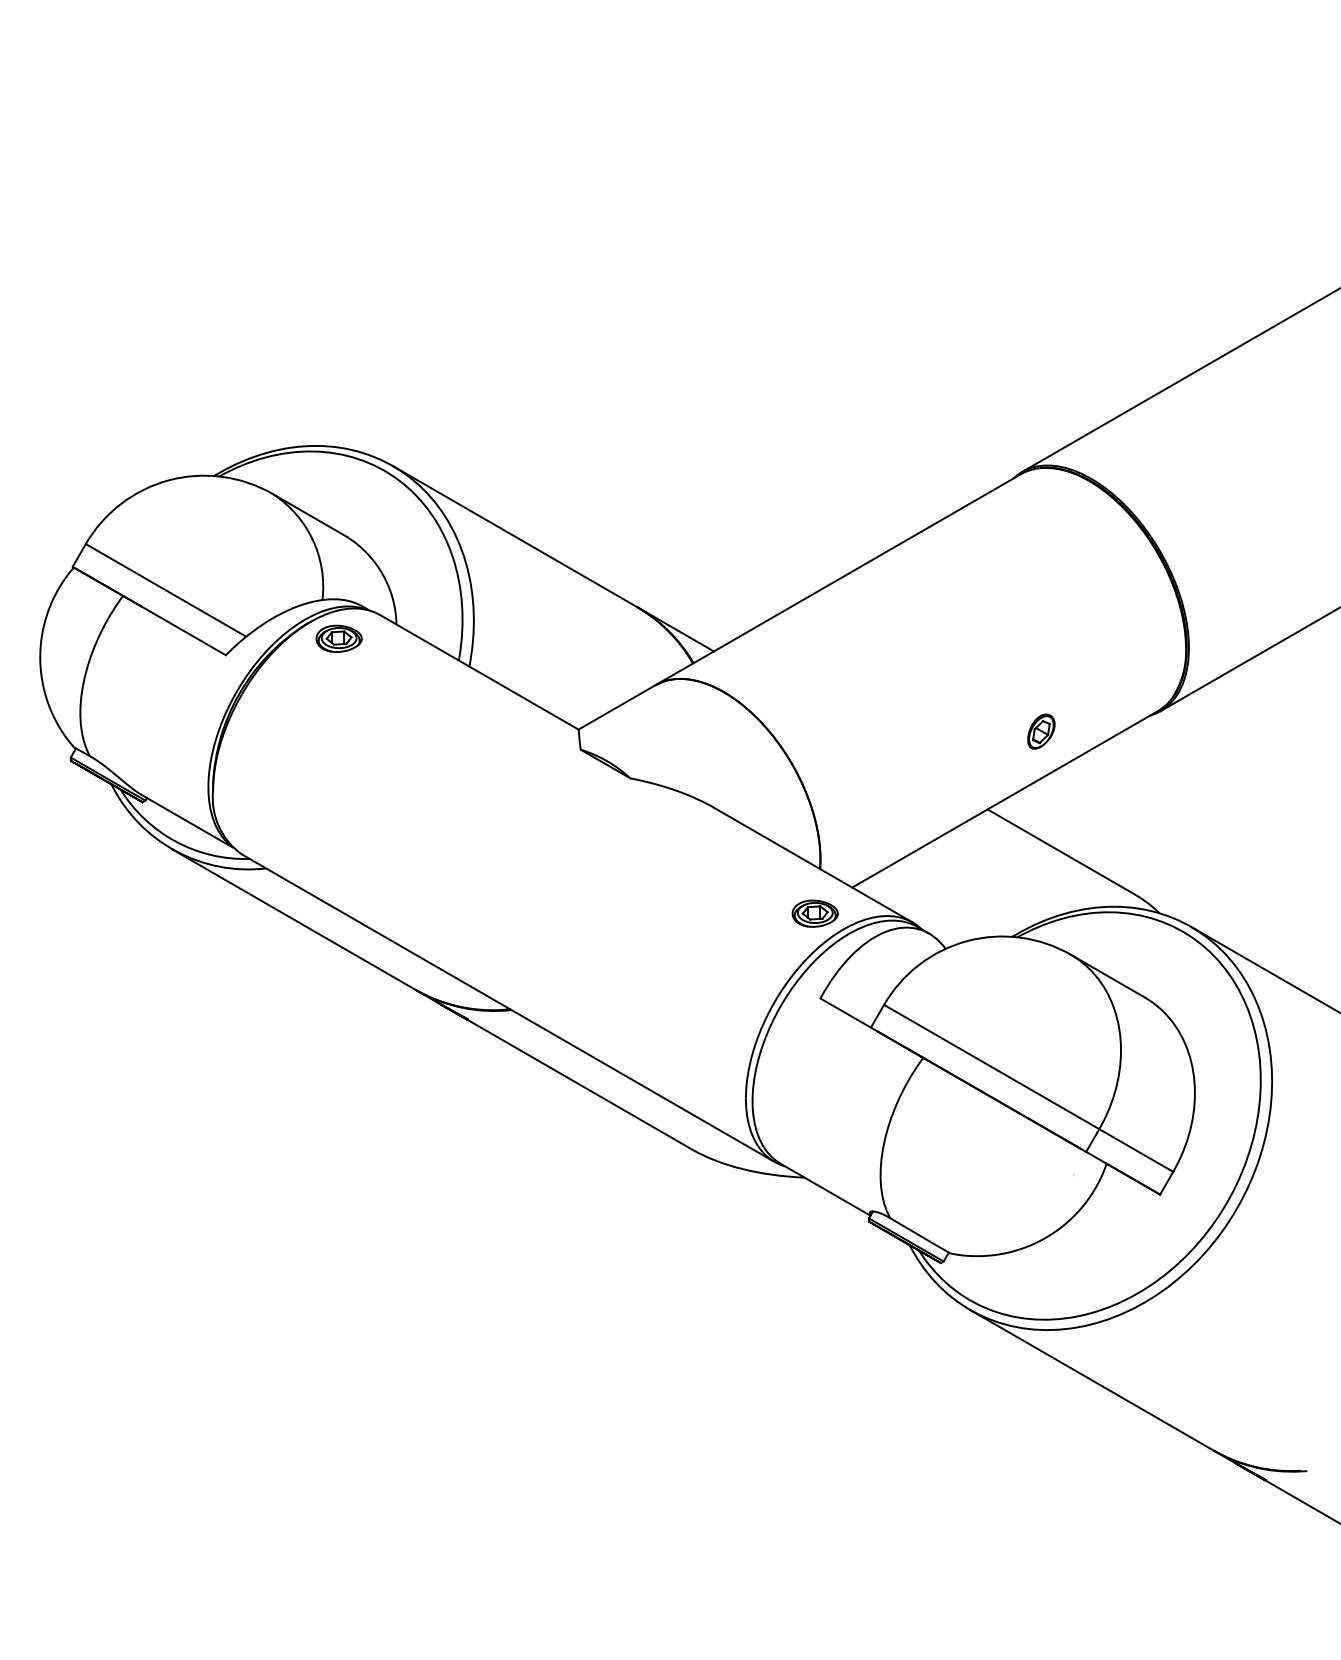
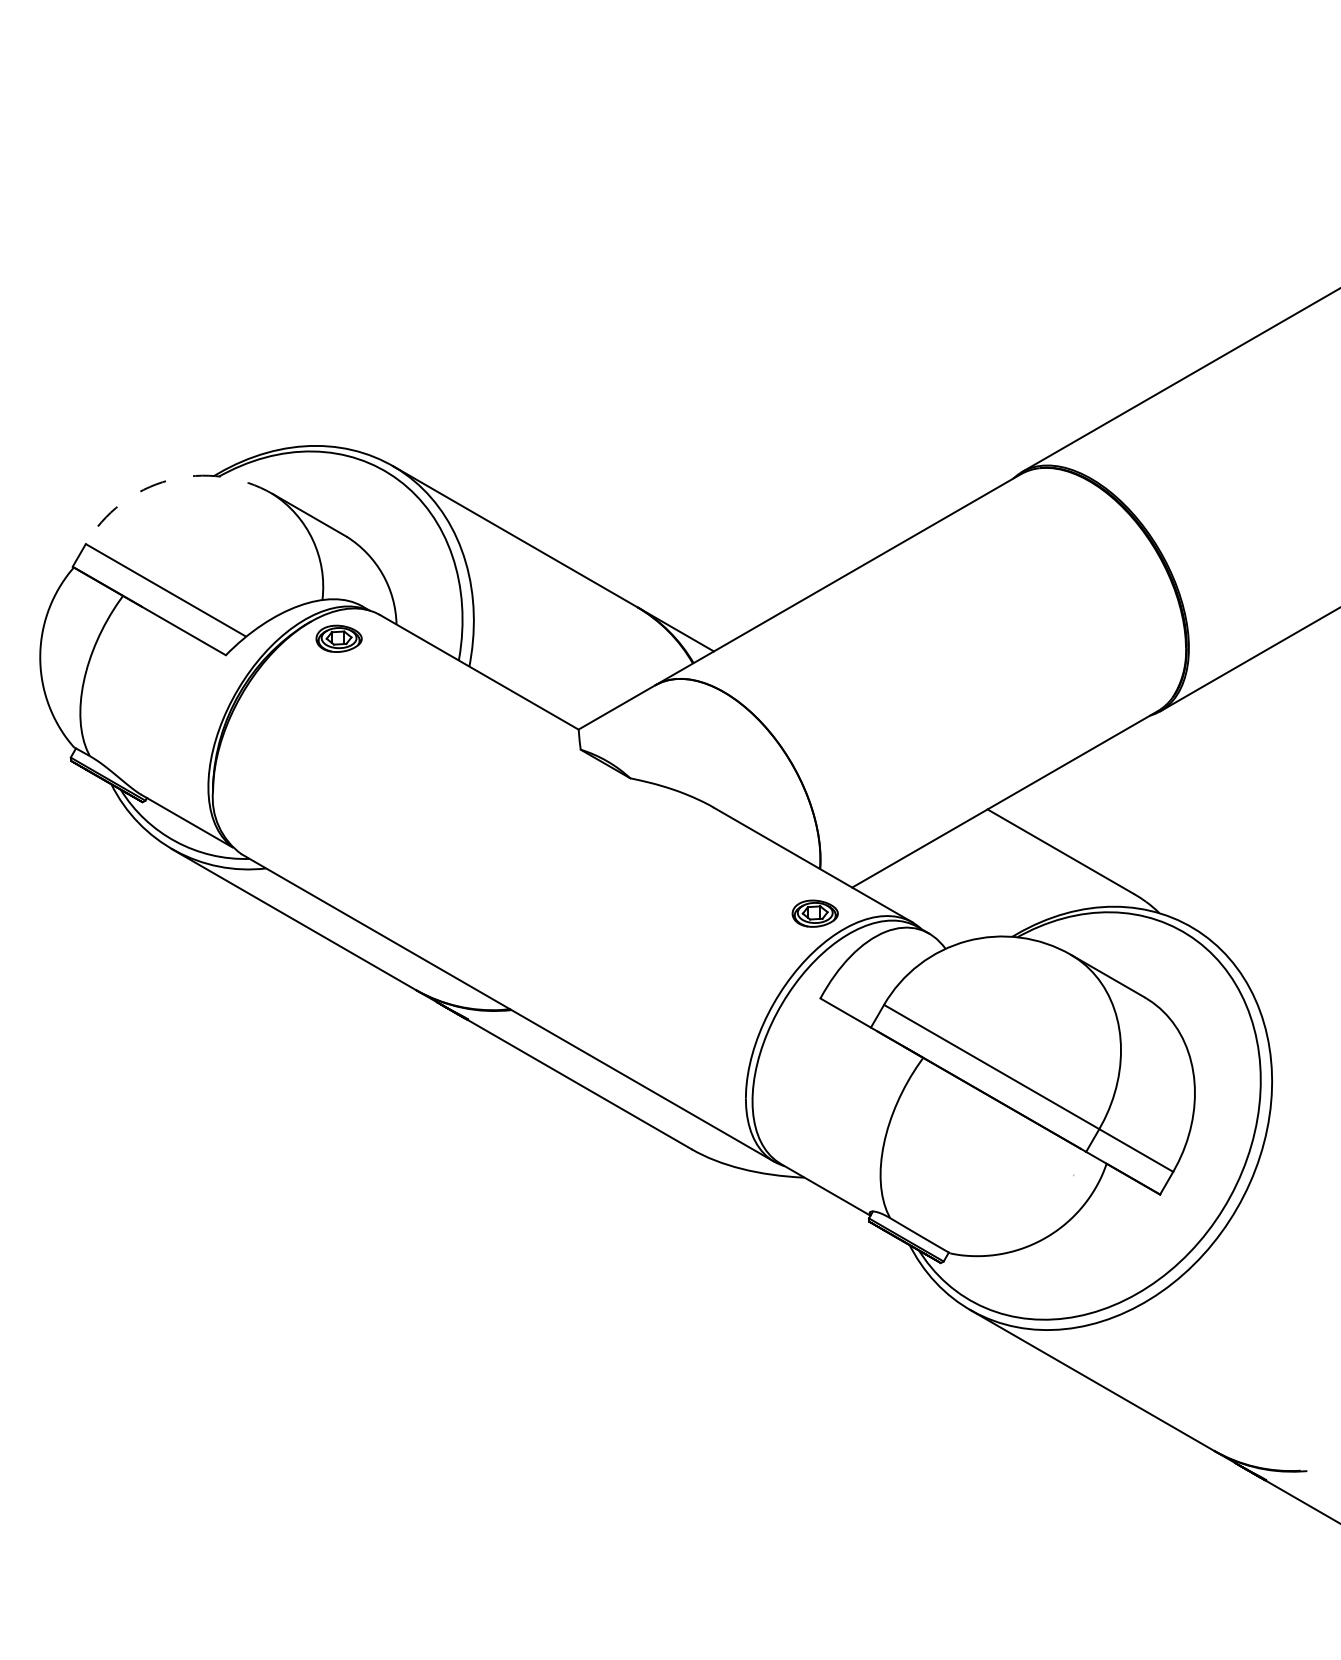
arc at (168, 480): solid -> dashed
part at (1041, 731): present -> none
line at (1264, 968): present -> none
